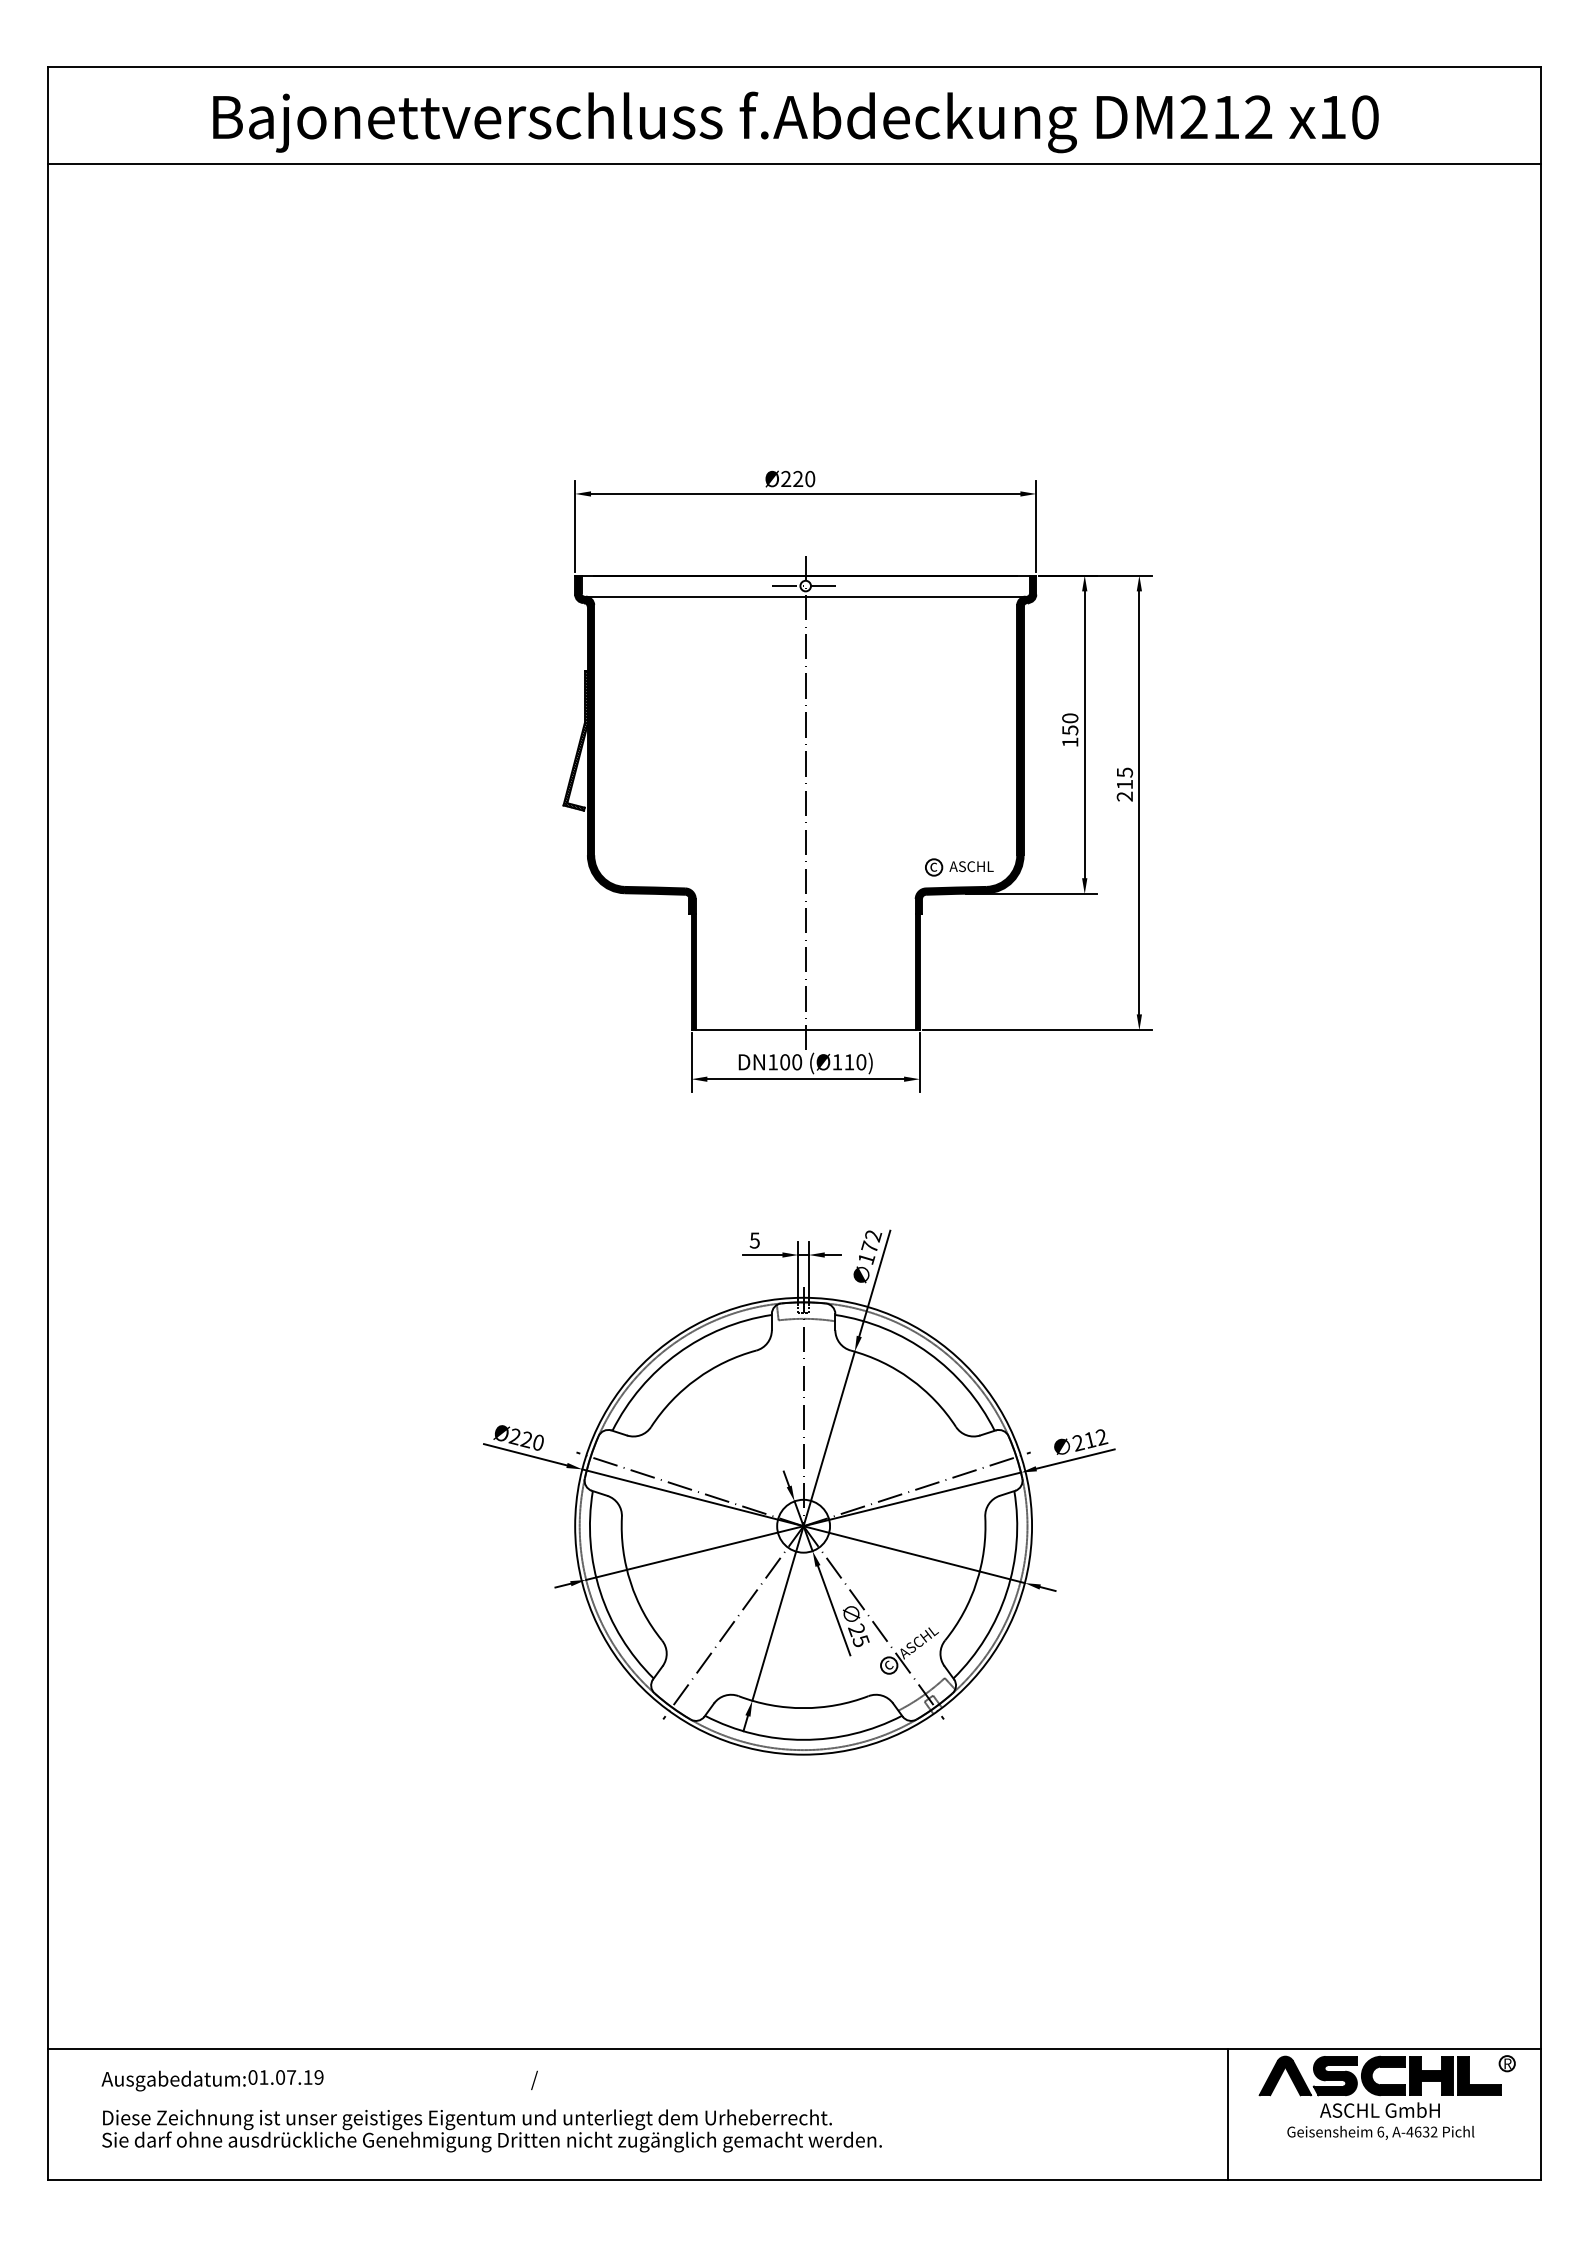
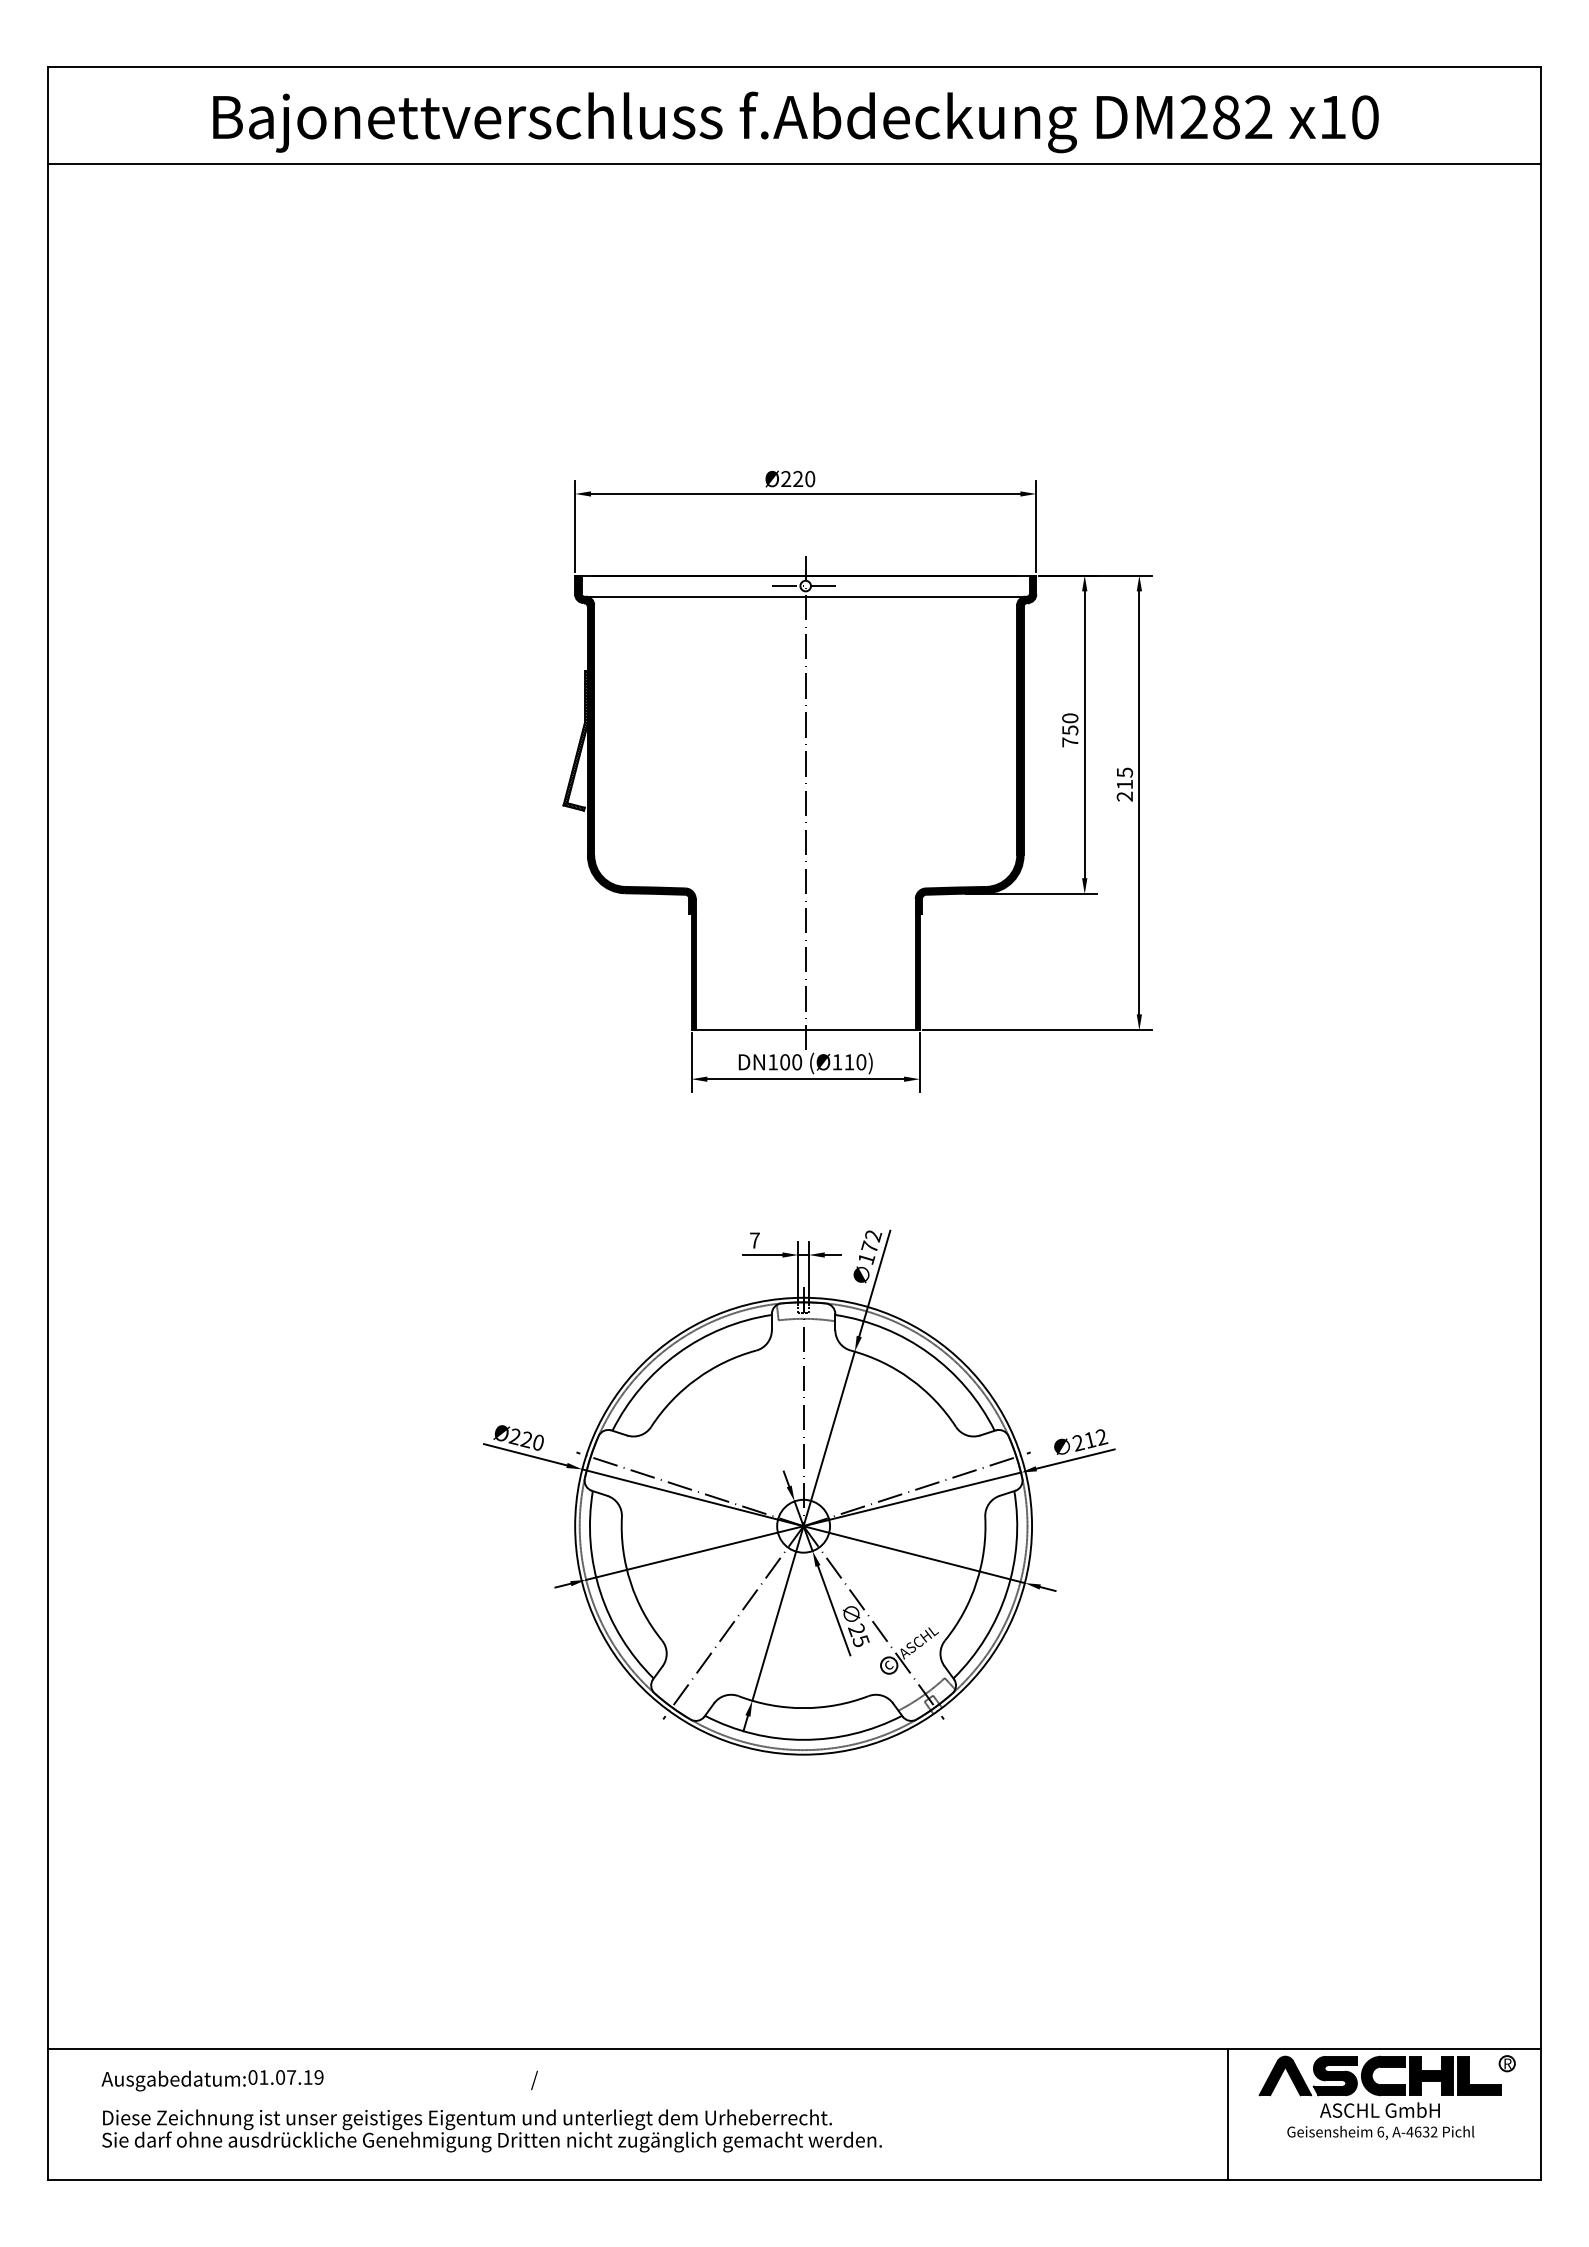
text at (1226, 117): DM212 -> DM282
text at (1070, 742): 150 -> 750
part at (959, 867): present -> none
text at (754, 1240): 5 -> 7
